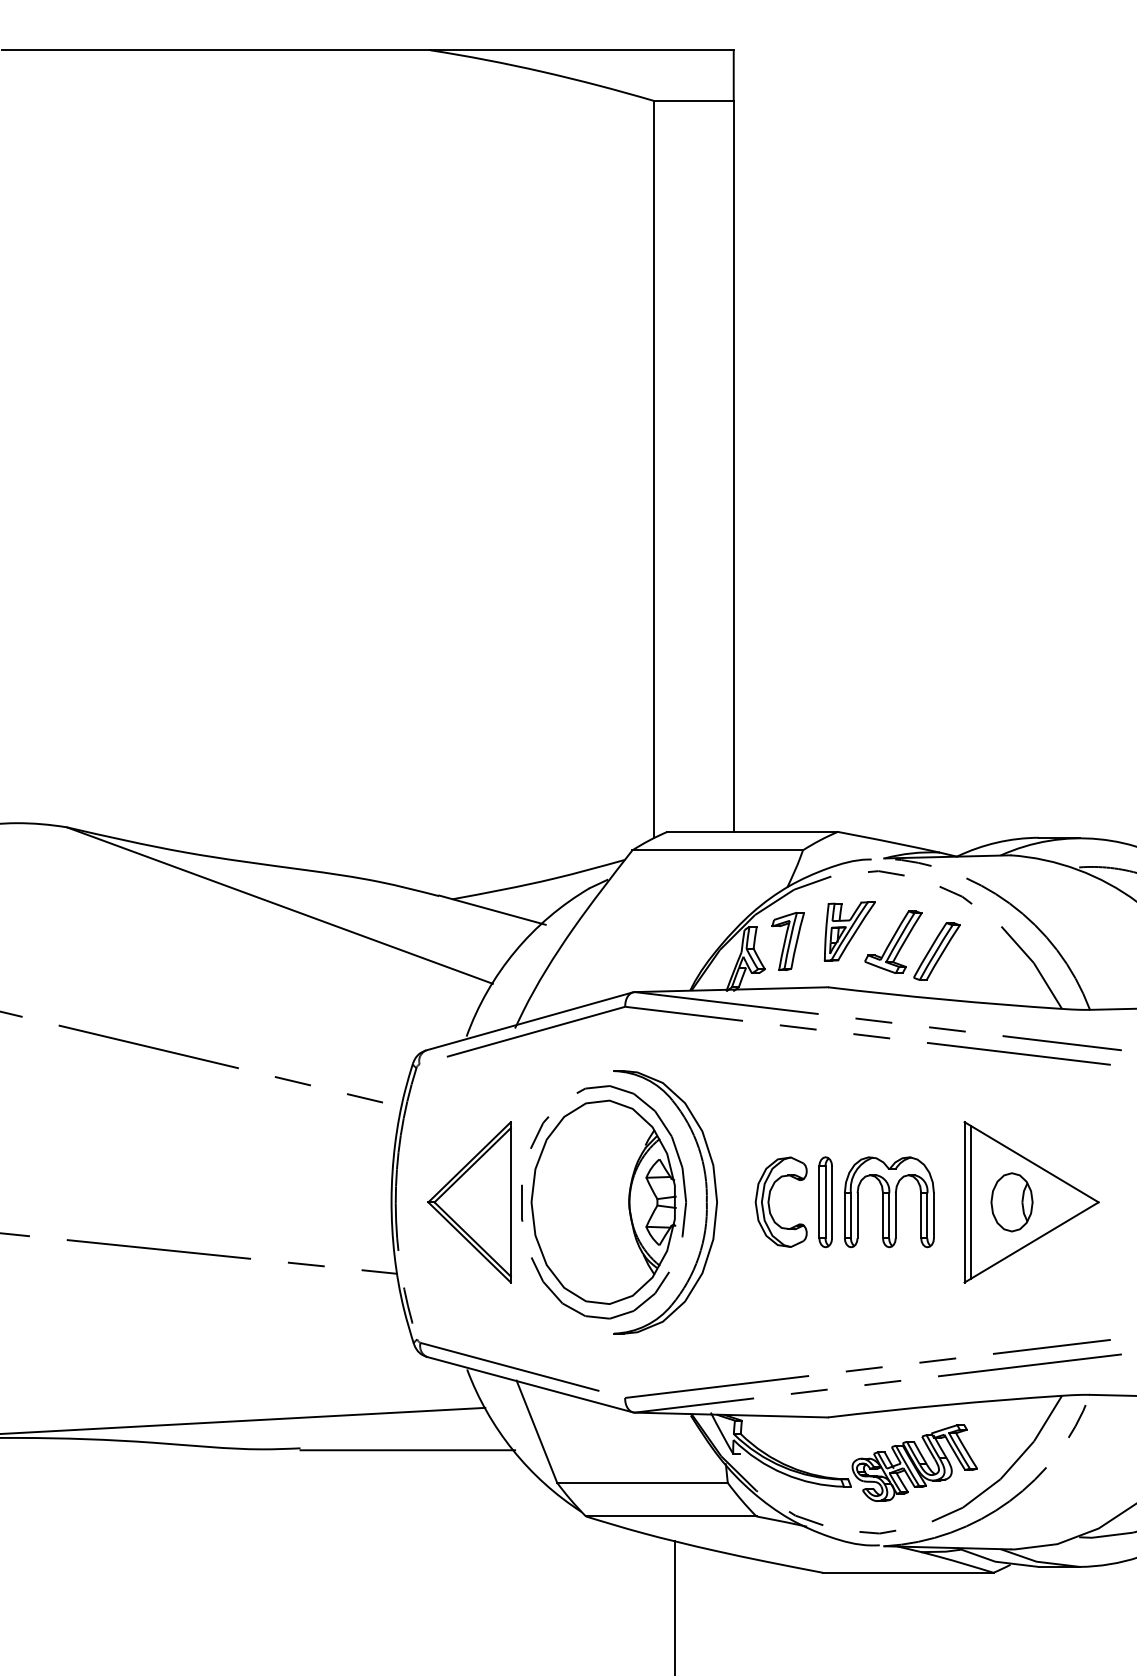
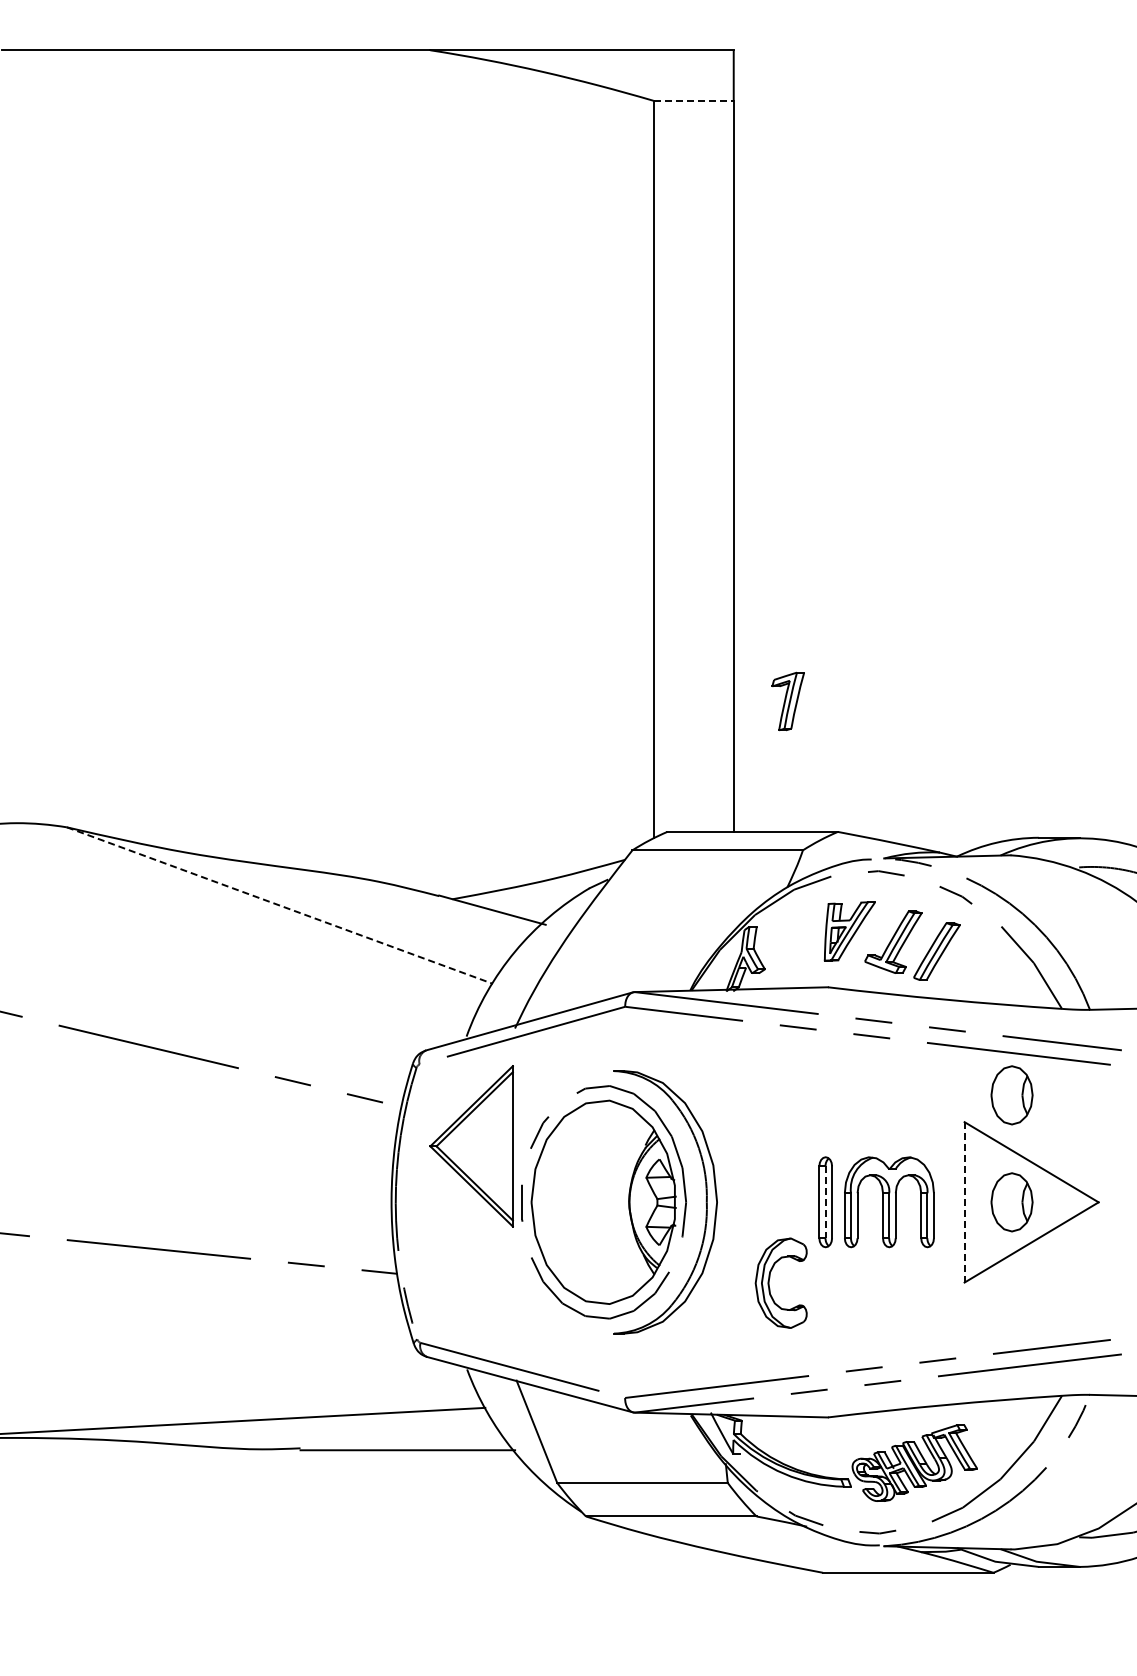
line at (694, 100): solid -> dashed
line at (279, 905): solid -> dashed
part at (787, 941) position: (787, 941) -> (787, 701)
part at (1011, 1095): none -> present
part at (770, 1197) position: (770, 1197) -> (770, 1278)
line at (970, 1201): present -> none
part at (469, 1202) position: (469, 1202) -> (471, 1146)
line at (825, 1202): solid -> dashed
line at (964, 1202): solid -> dashed
line at (675, 1606): present -> none
